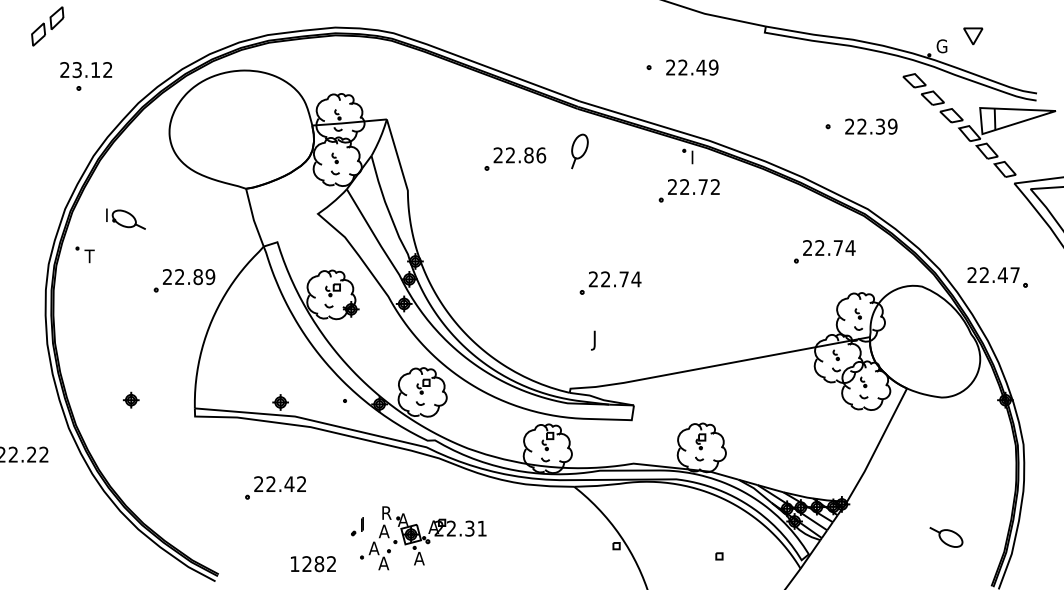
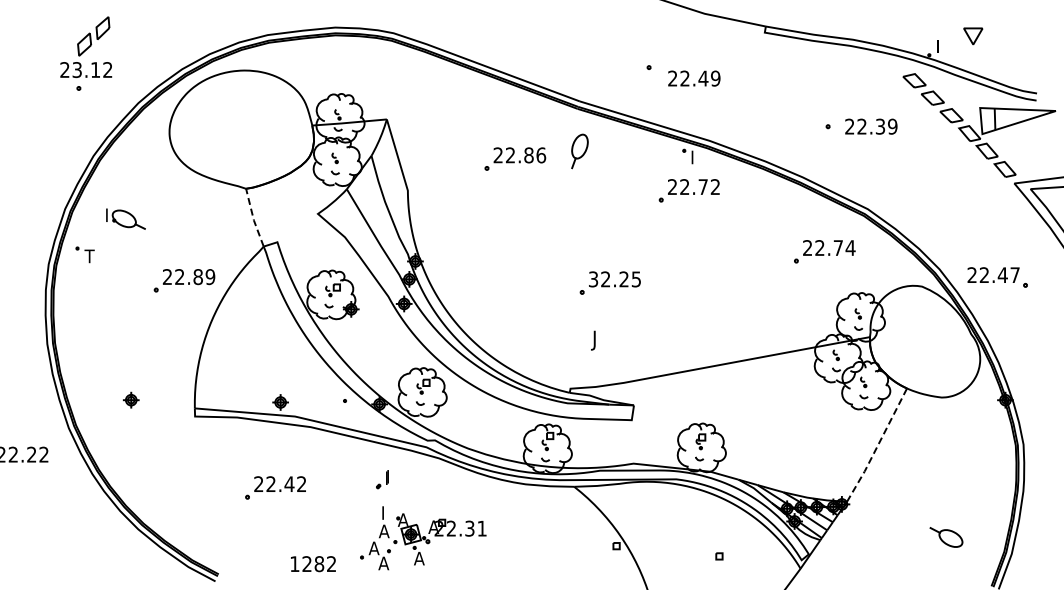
part at (47, 26) position: (47, 26) -> (93, 36)
text at (941, 46): G -> I
text at (692, 67) position: (692, 67) -> (694, 78)
line at (253, 218): solid -> dashed
text at (615, 279): 22.74 -> 32.25
line at (877, 445): solid -> dashed
text at (387, 512): R -> I
part at (357, 526) position: (357, 526) -> (382, 479)
